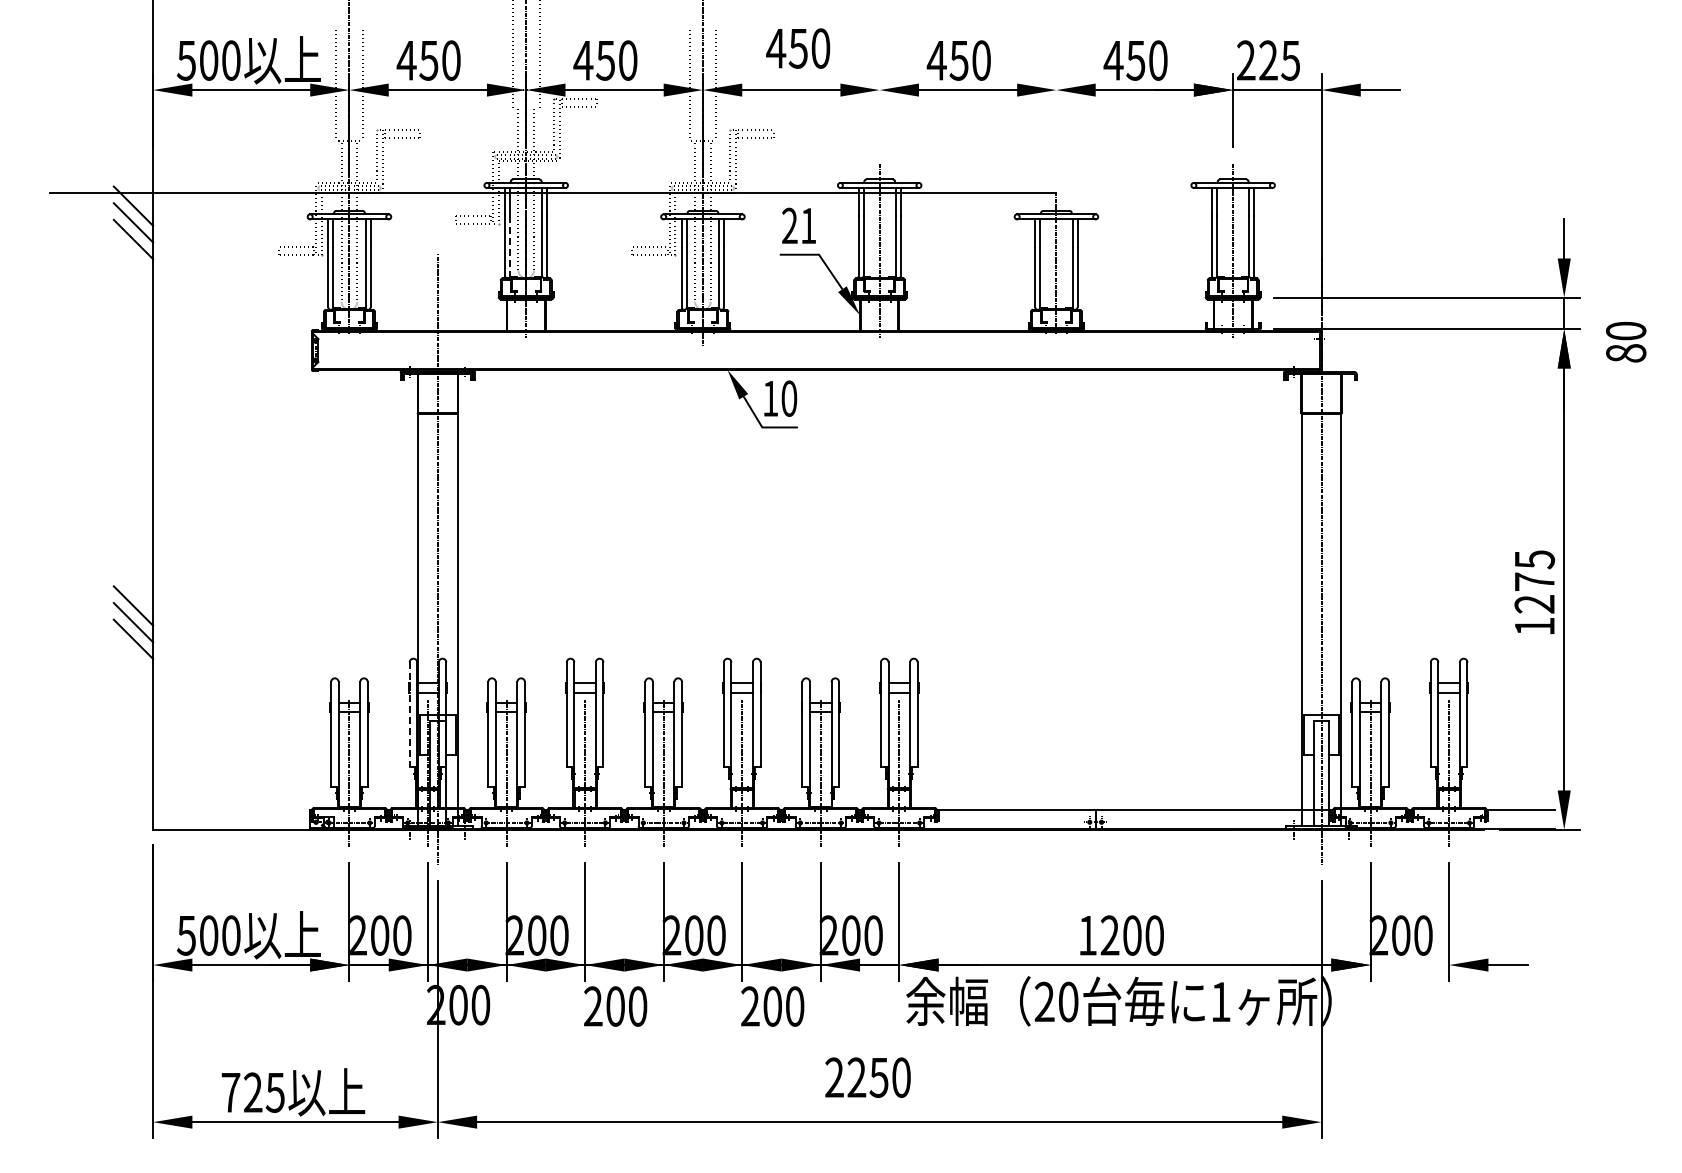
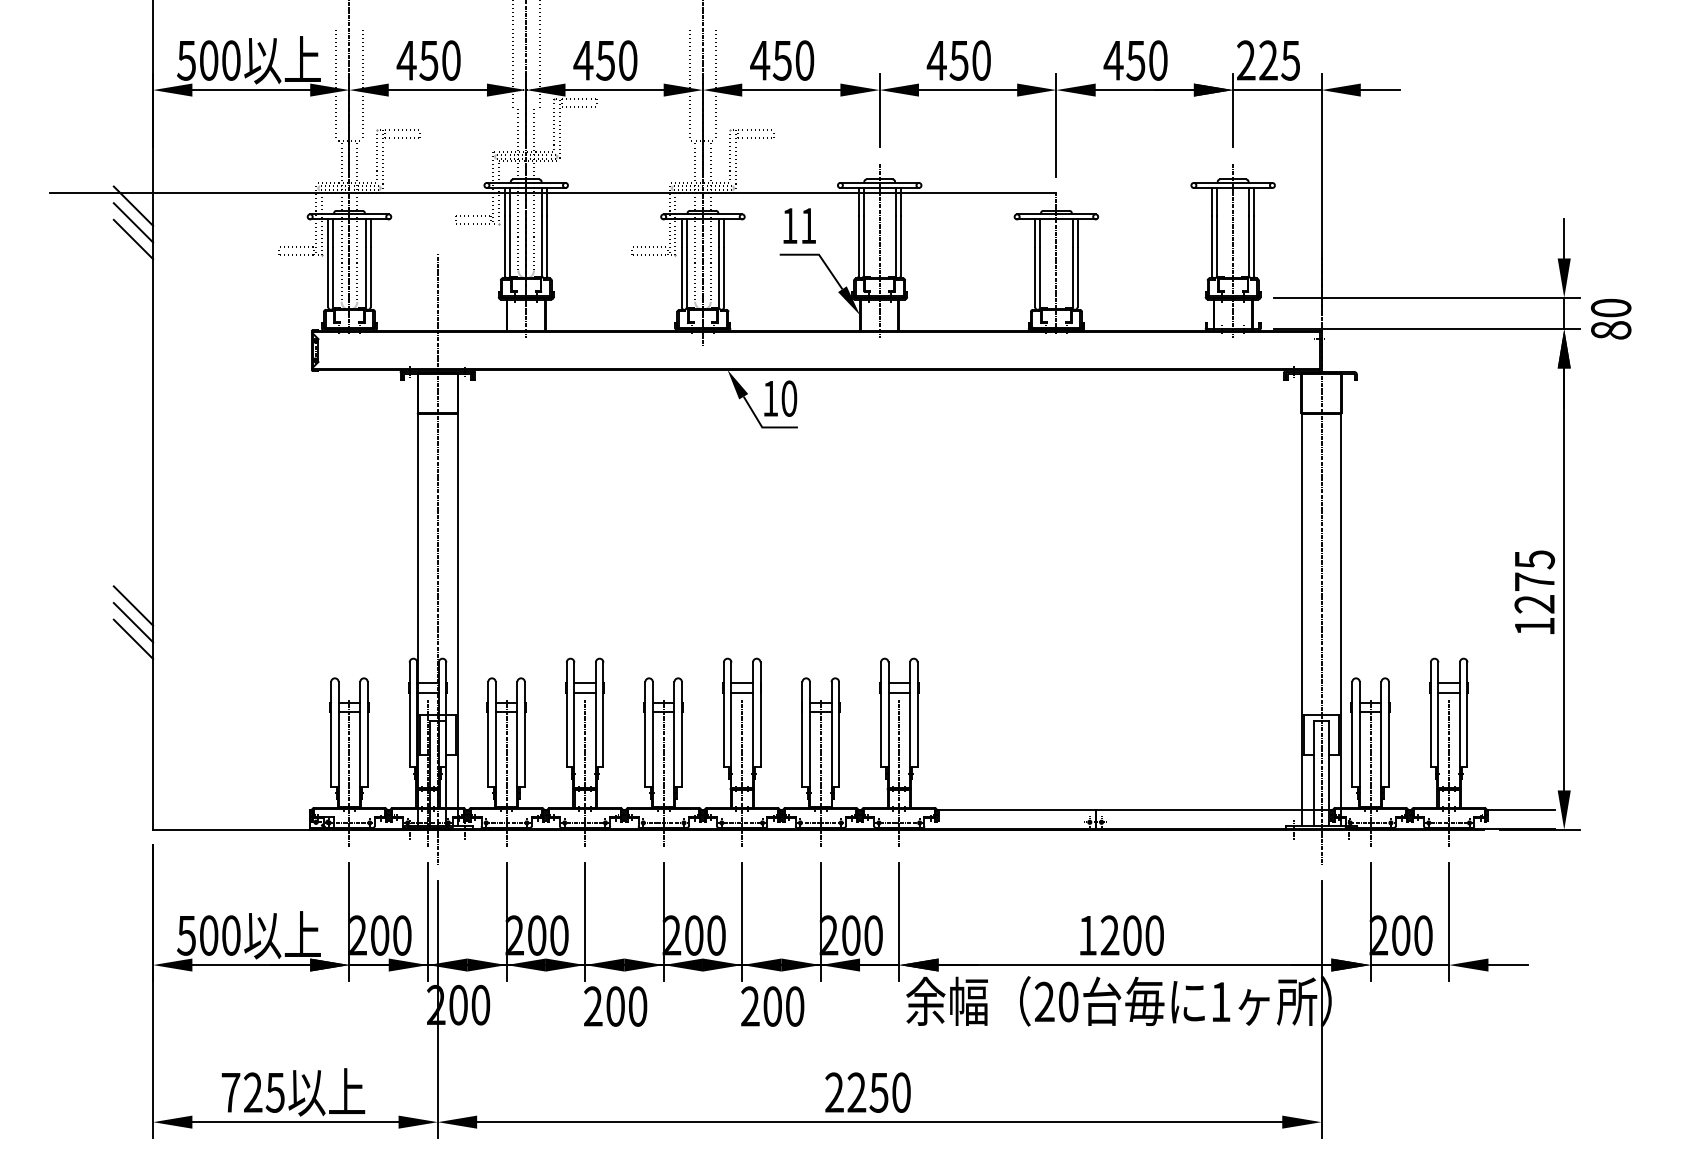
text at (798, 48) position: (798, 48) -> (782, 60)
line at (879, 110): none -> present
line at (1056, 125): none -> present
text at (789, 225): 21 -> 11
line at (510, 246): dashed -> solid
text at (1626, 342) position: (1626, 342) -> (1611, 319)
line at (409, 715): dashed -> solid
line at (1409, 965): none -> present
text at (867, 1077) position: (867, 1077) -> (867, 1092)
